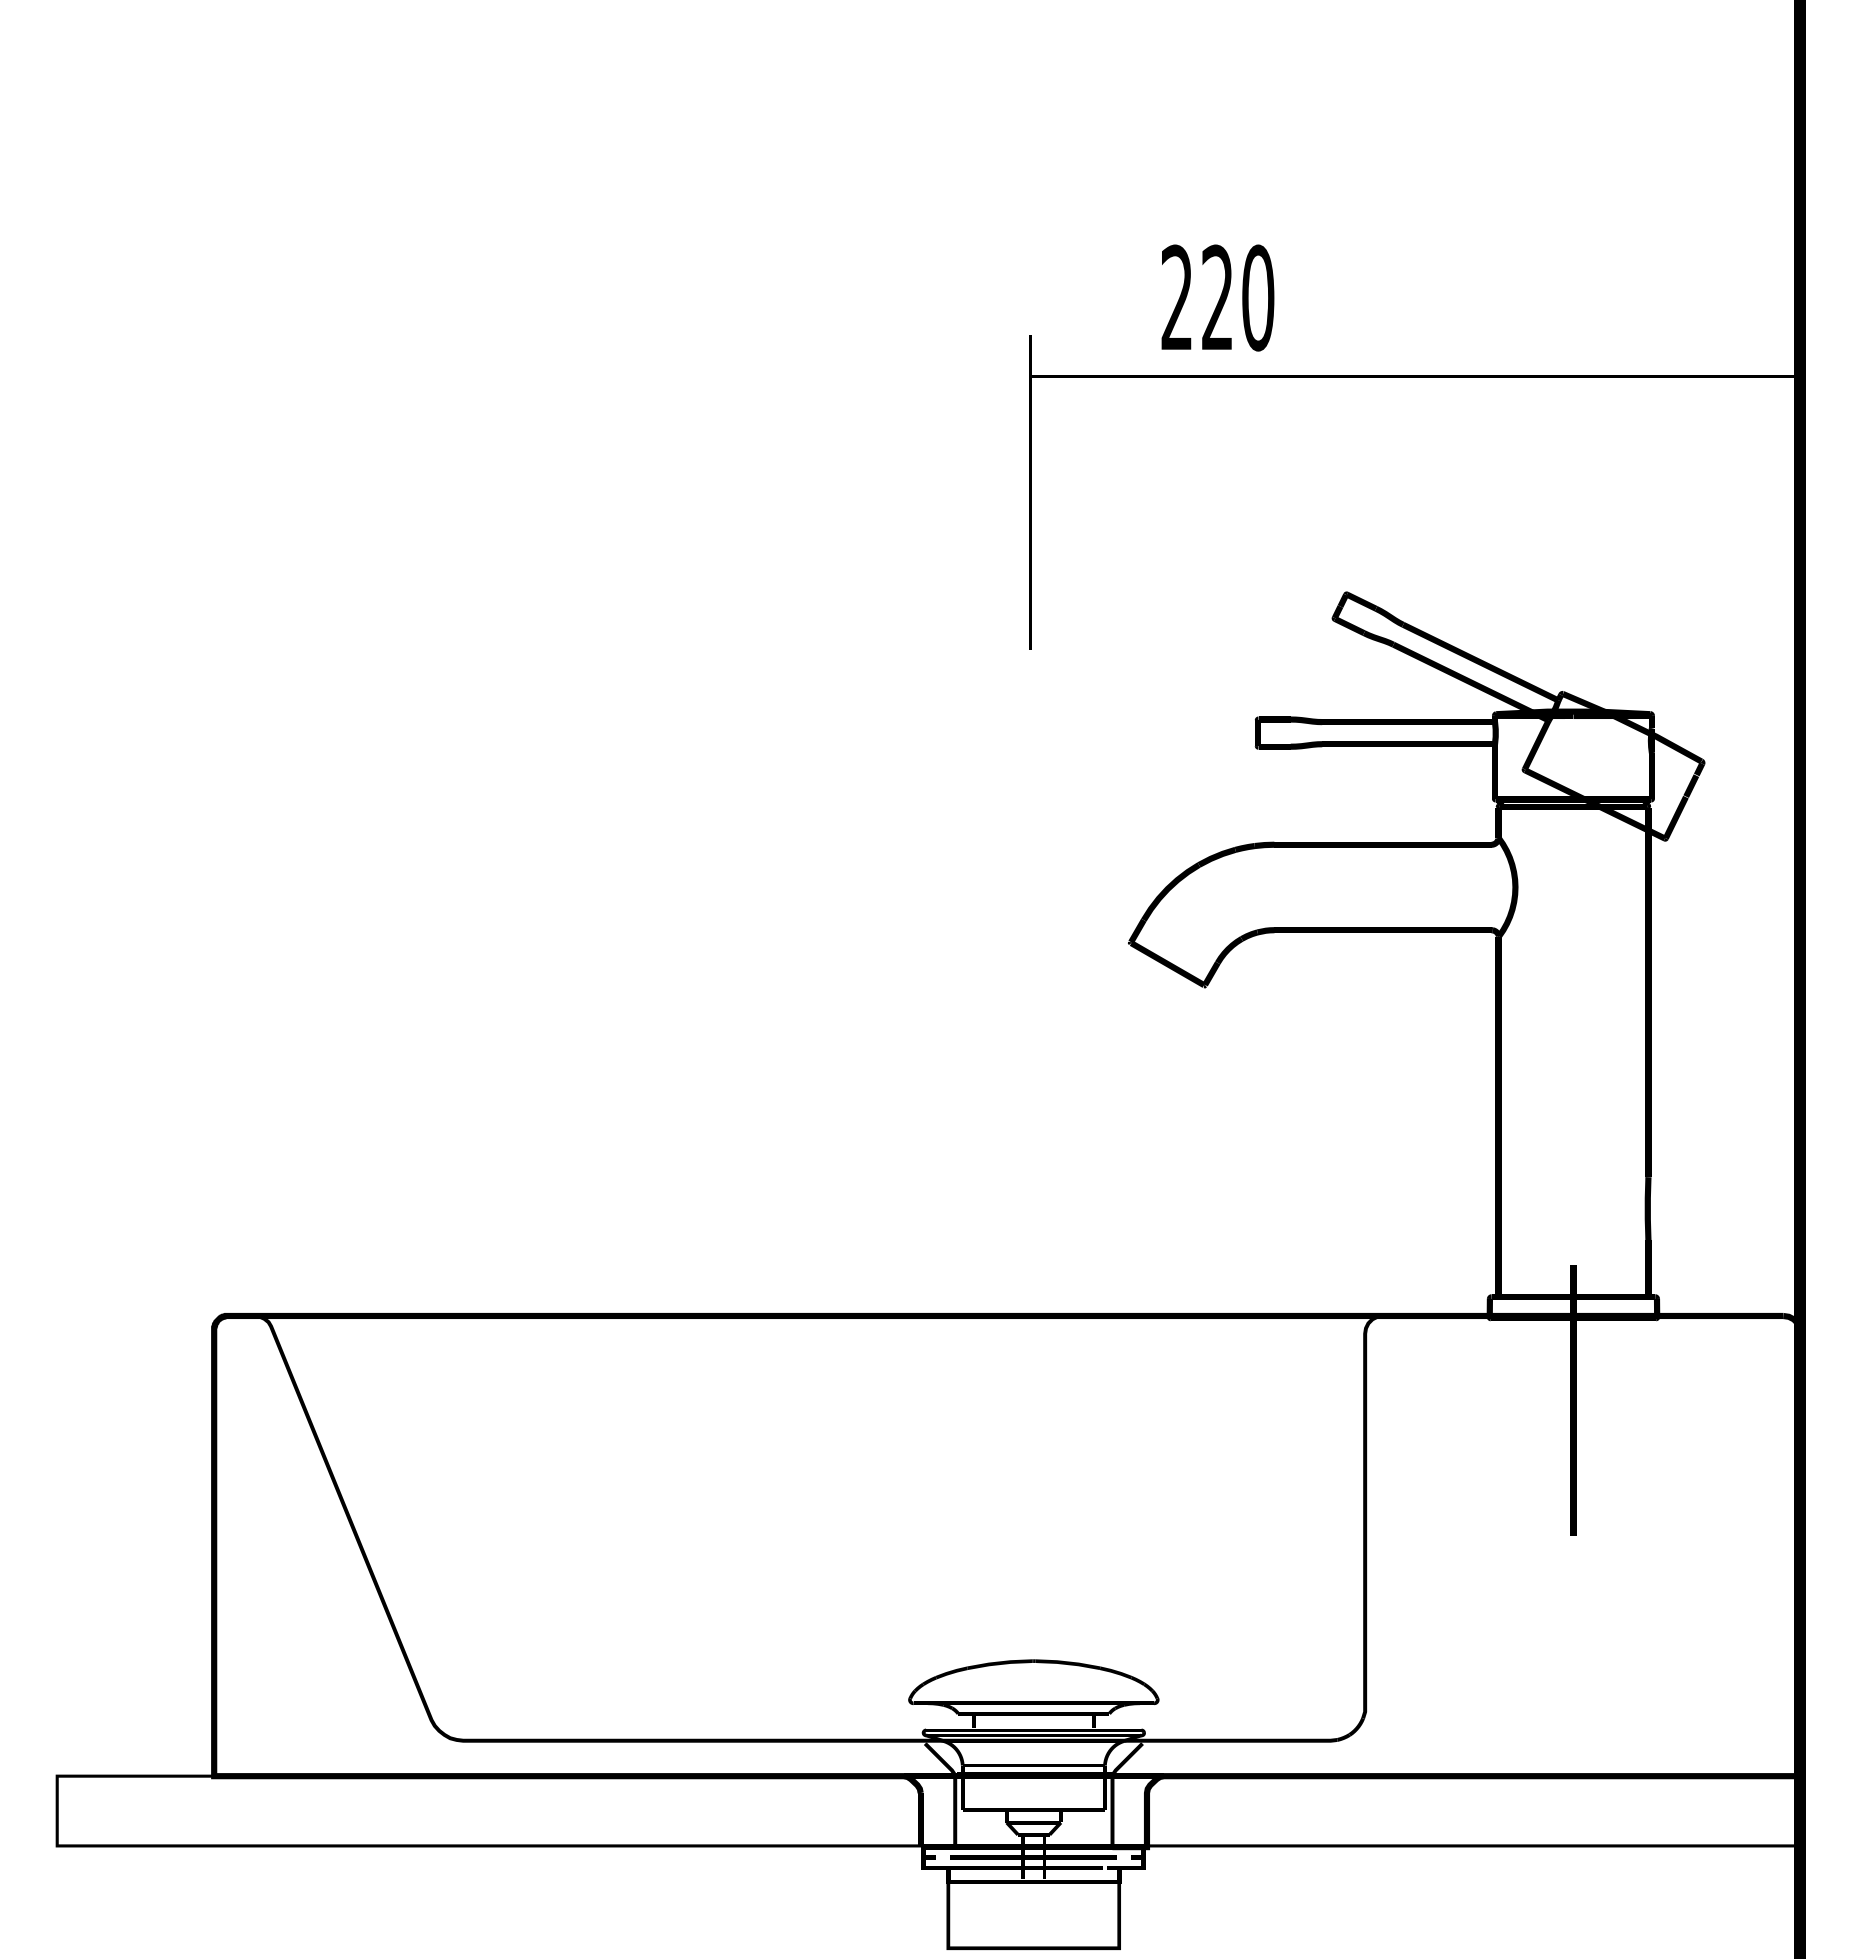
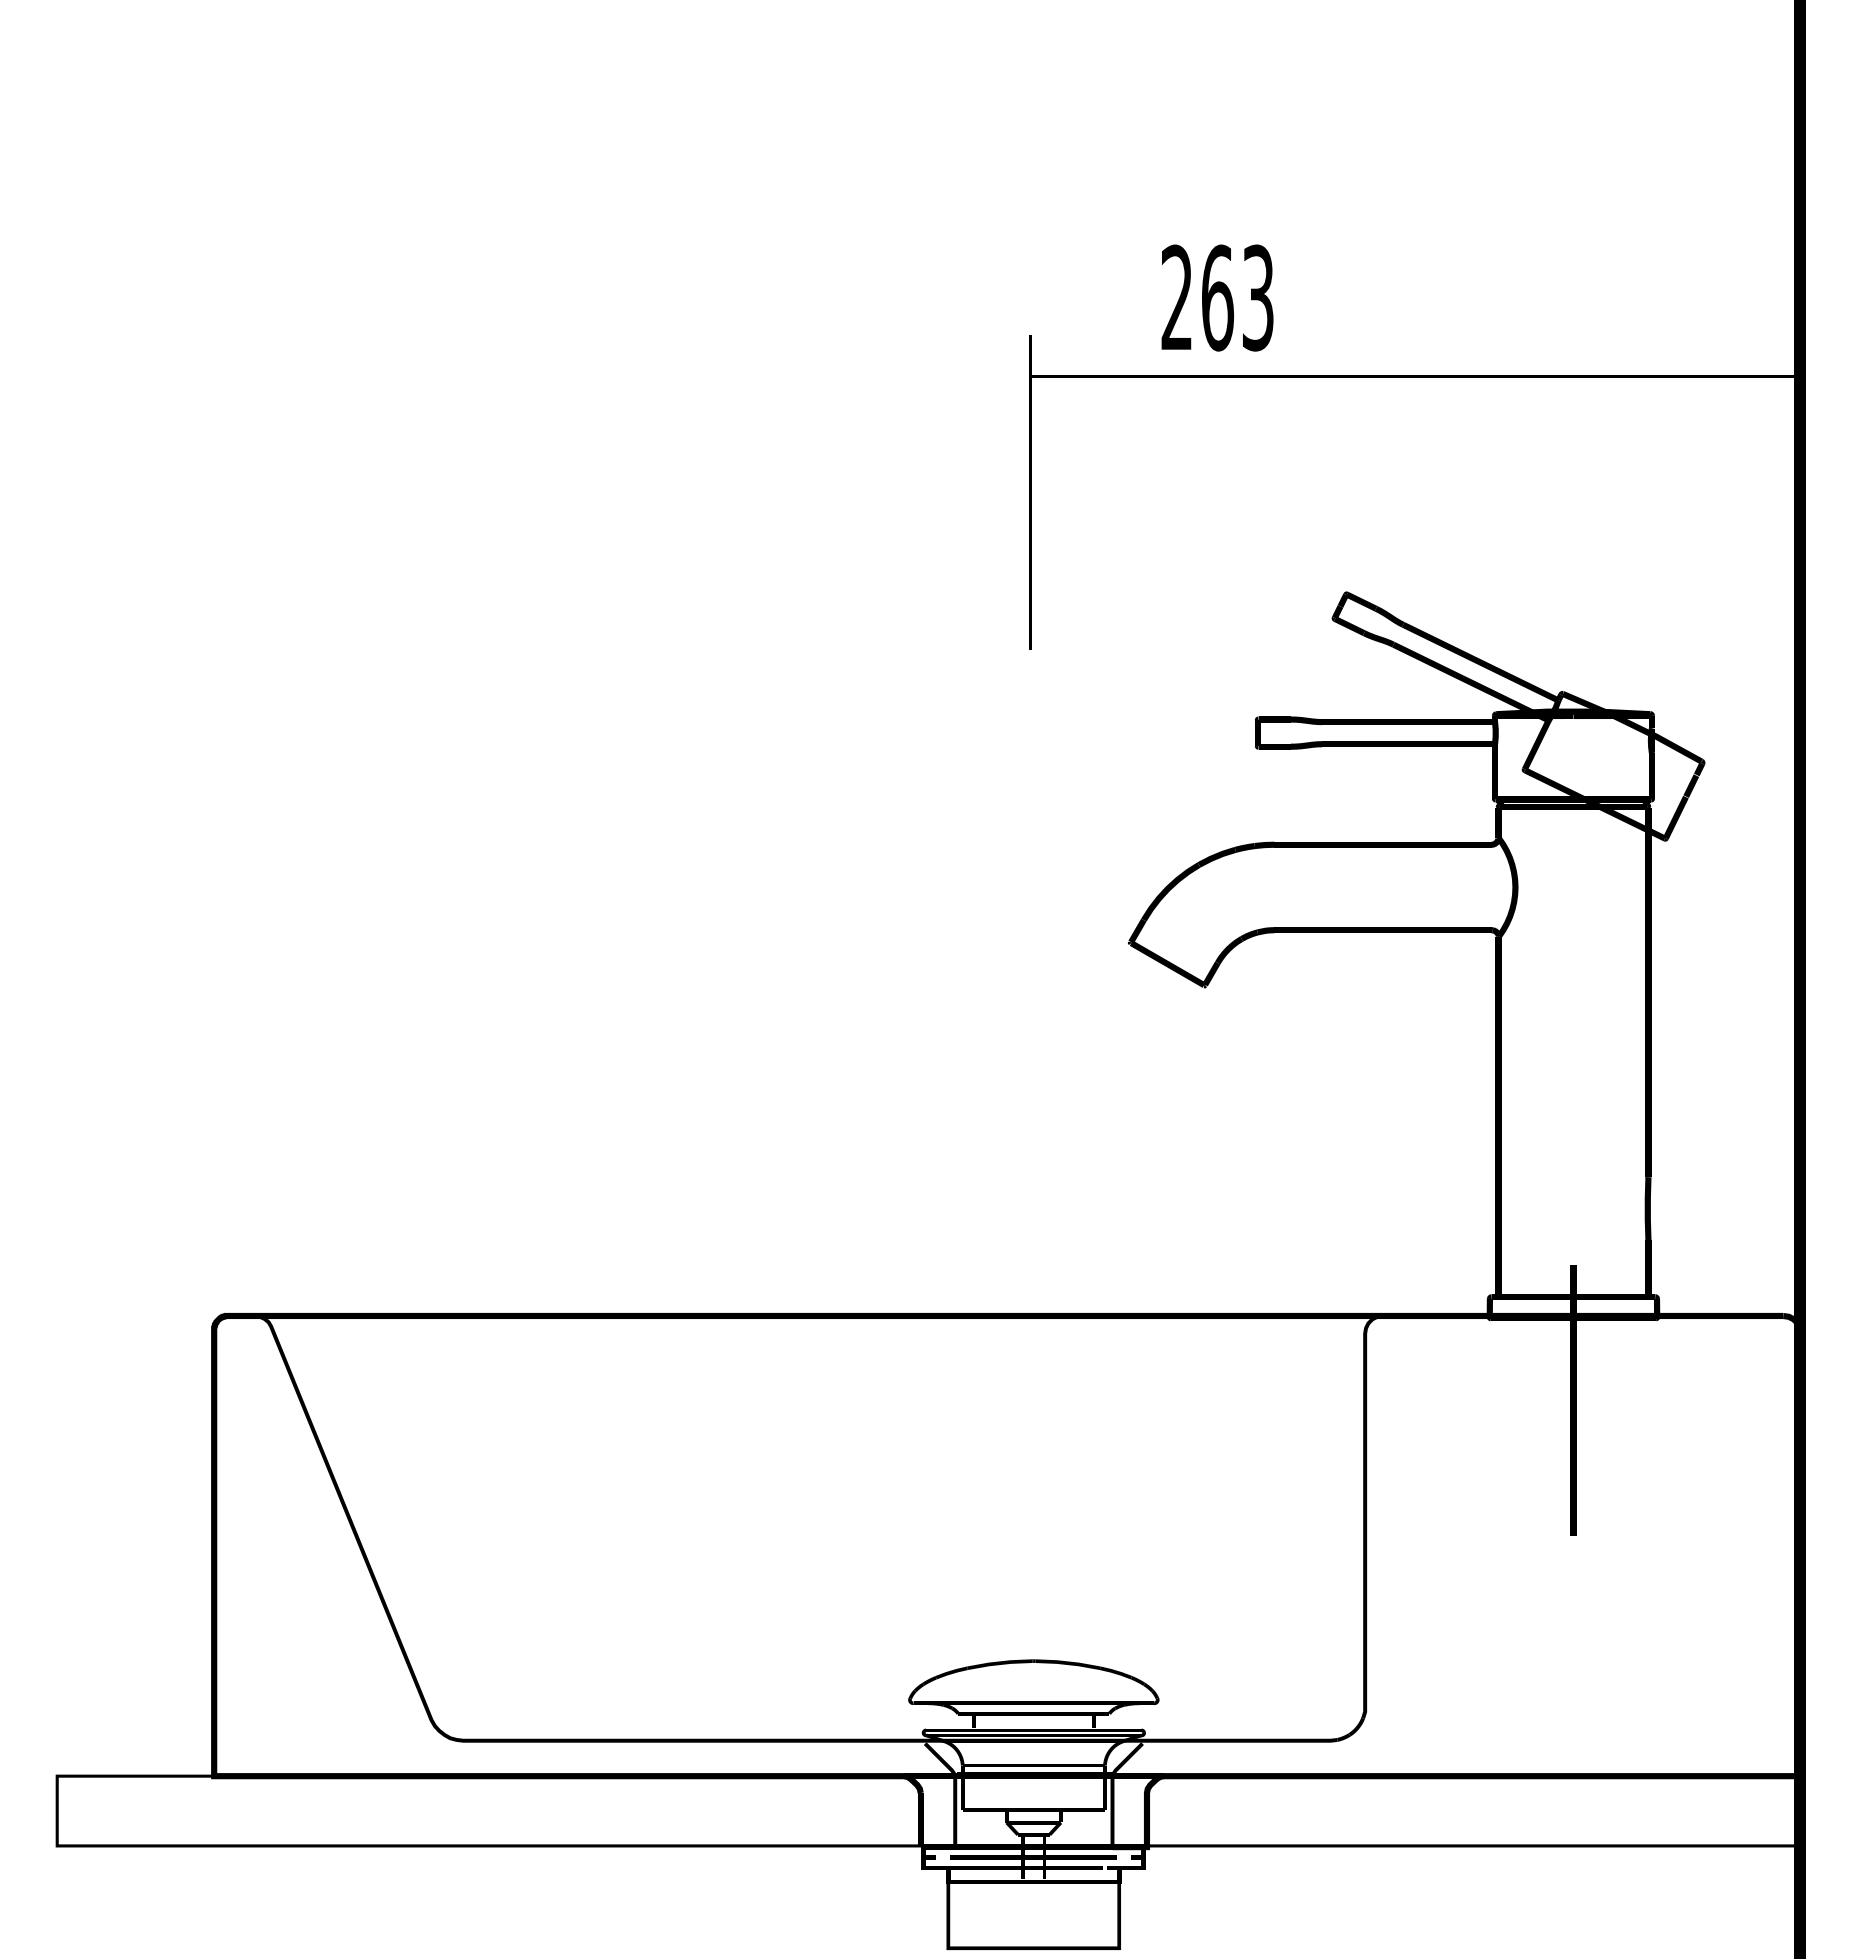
text at (1238, 297): 220 -> 263
